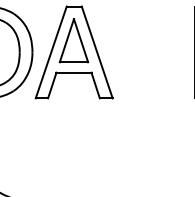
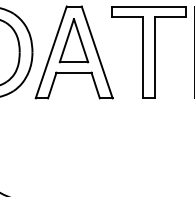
part at (148, 52): none -> present
